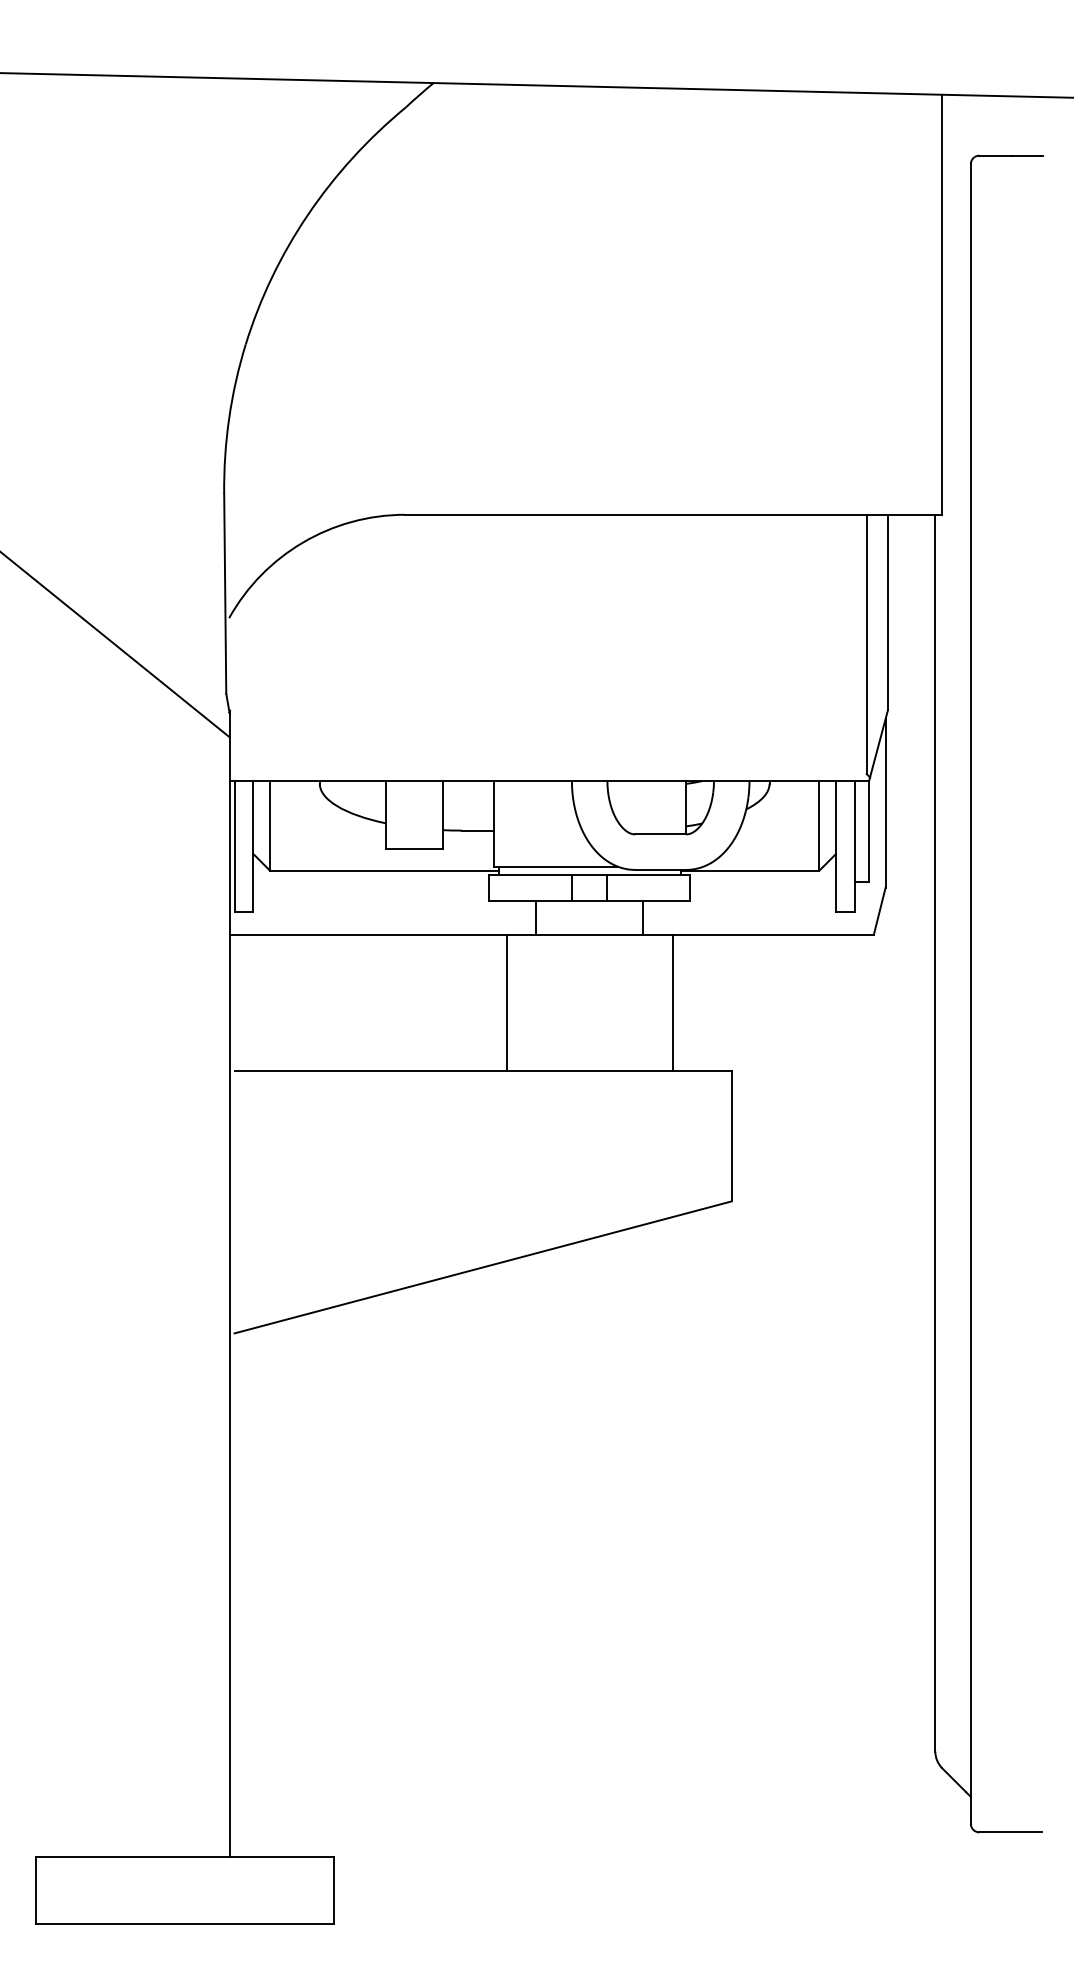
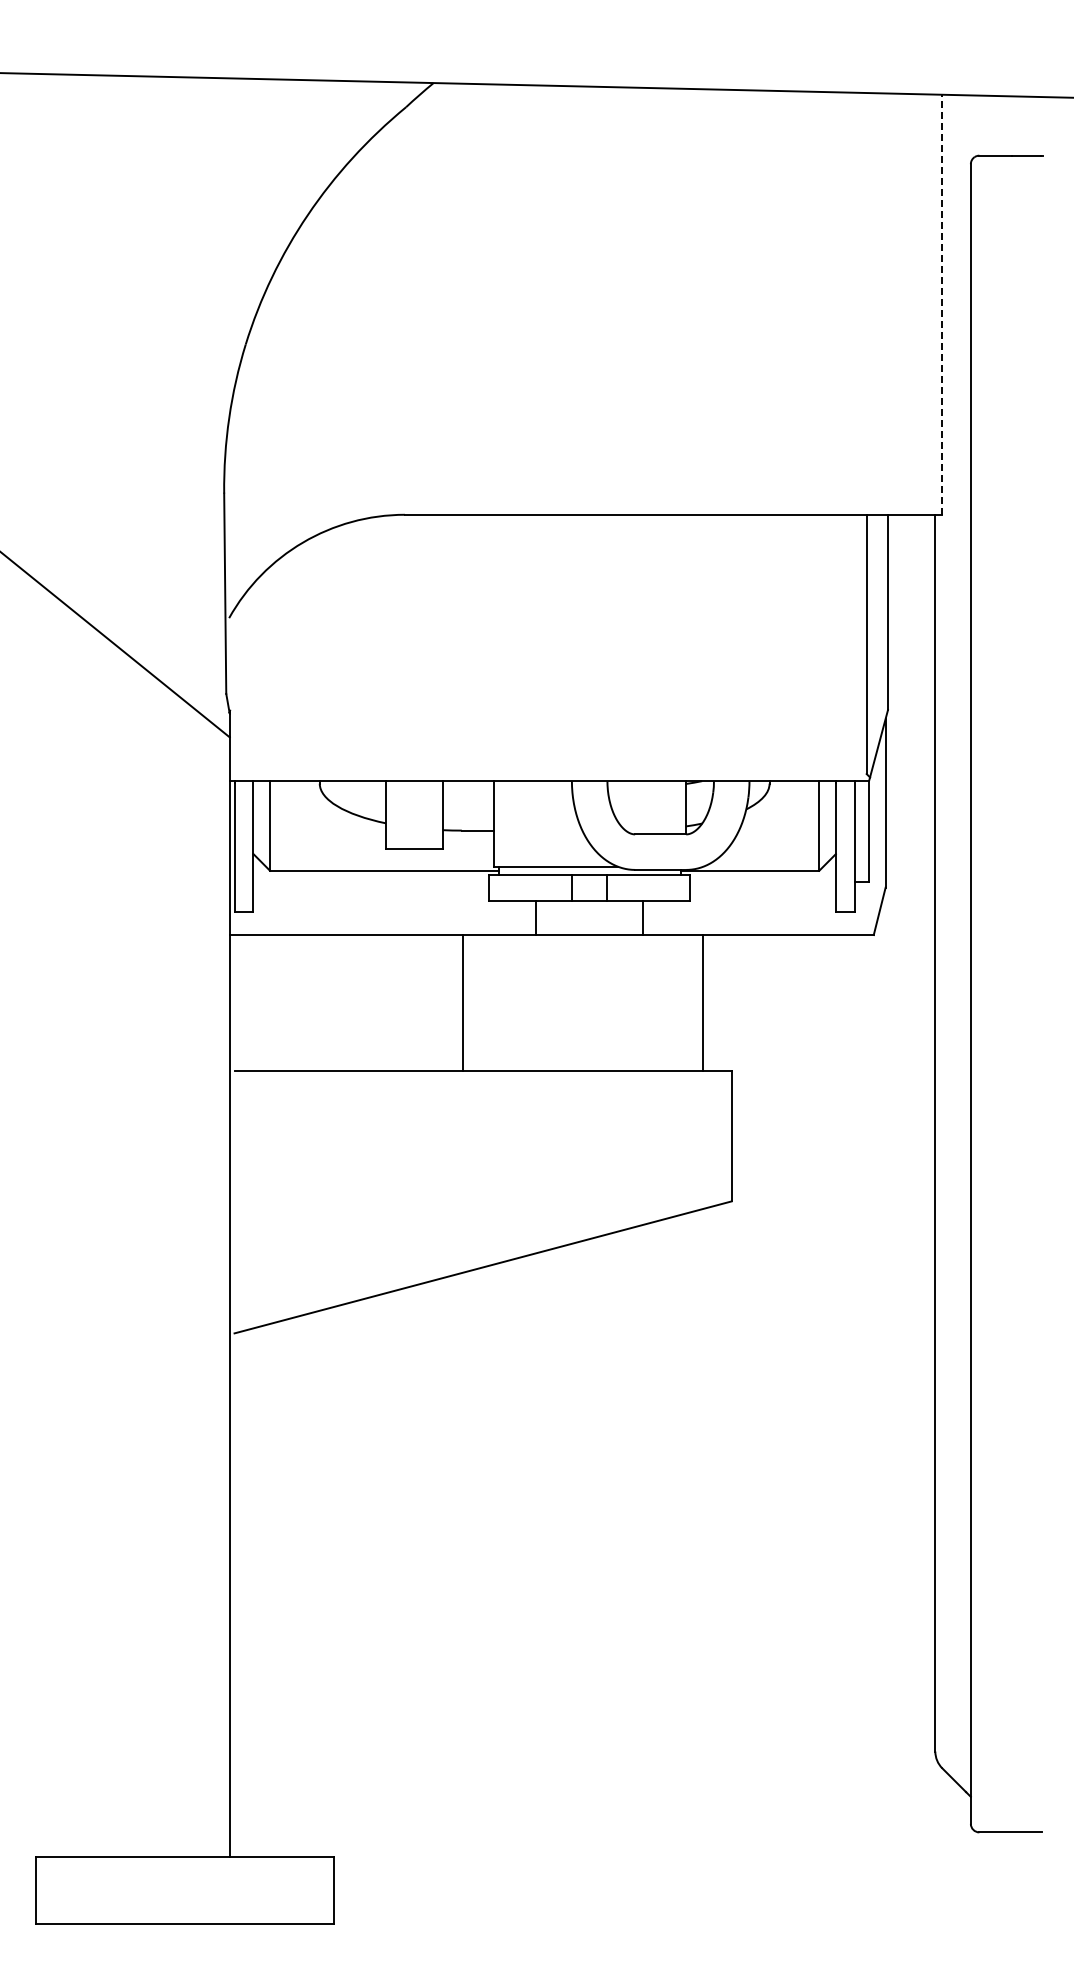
line at (942, 304): solid -> dashed
line at (506, 1003) position: (506, 1003) -> (462, 1003)
line at (672, 1003) position: (672, 1003) -> (702, 1003)
